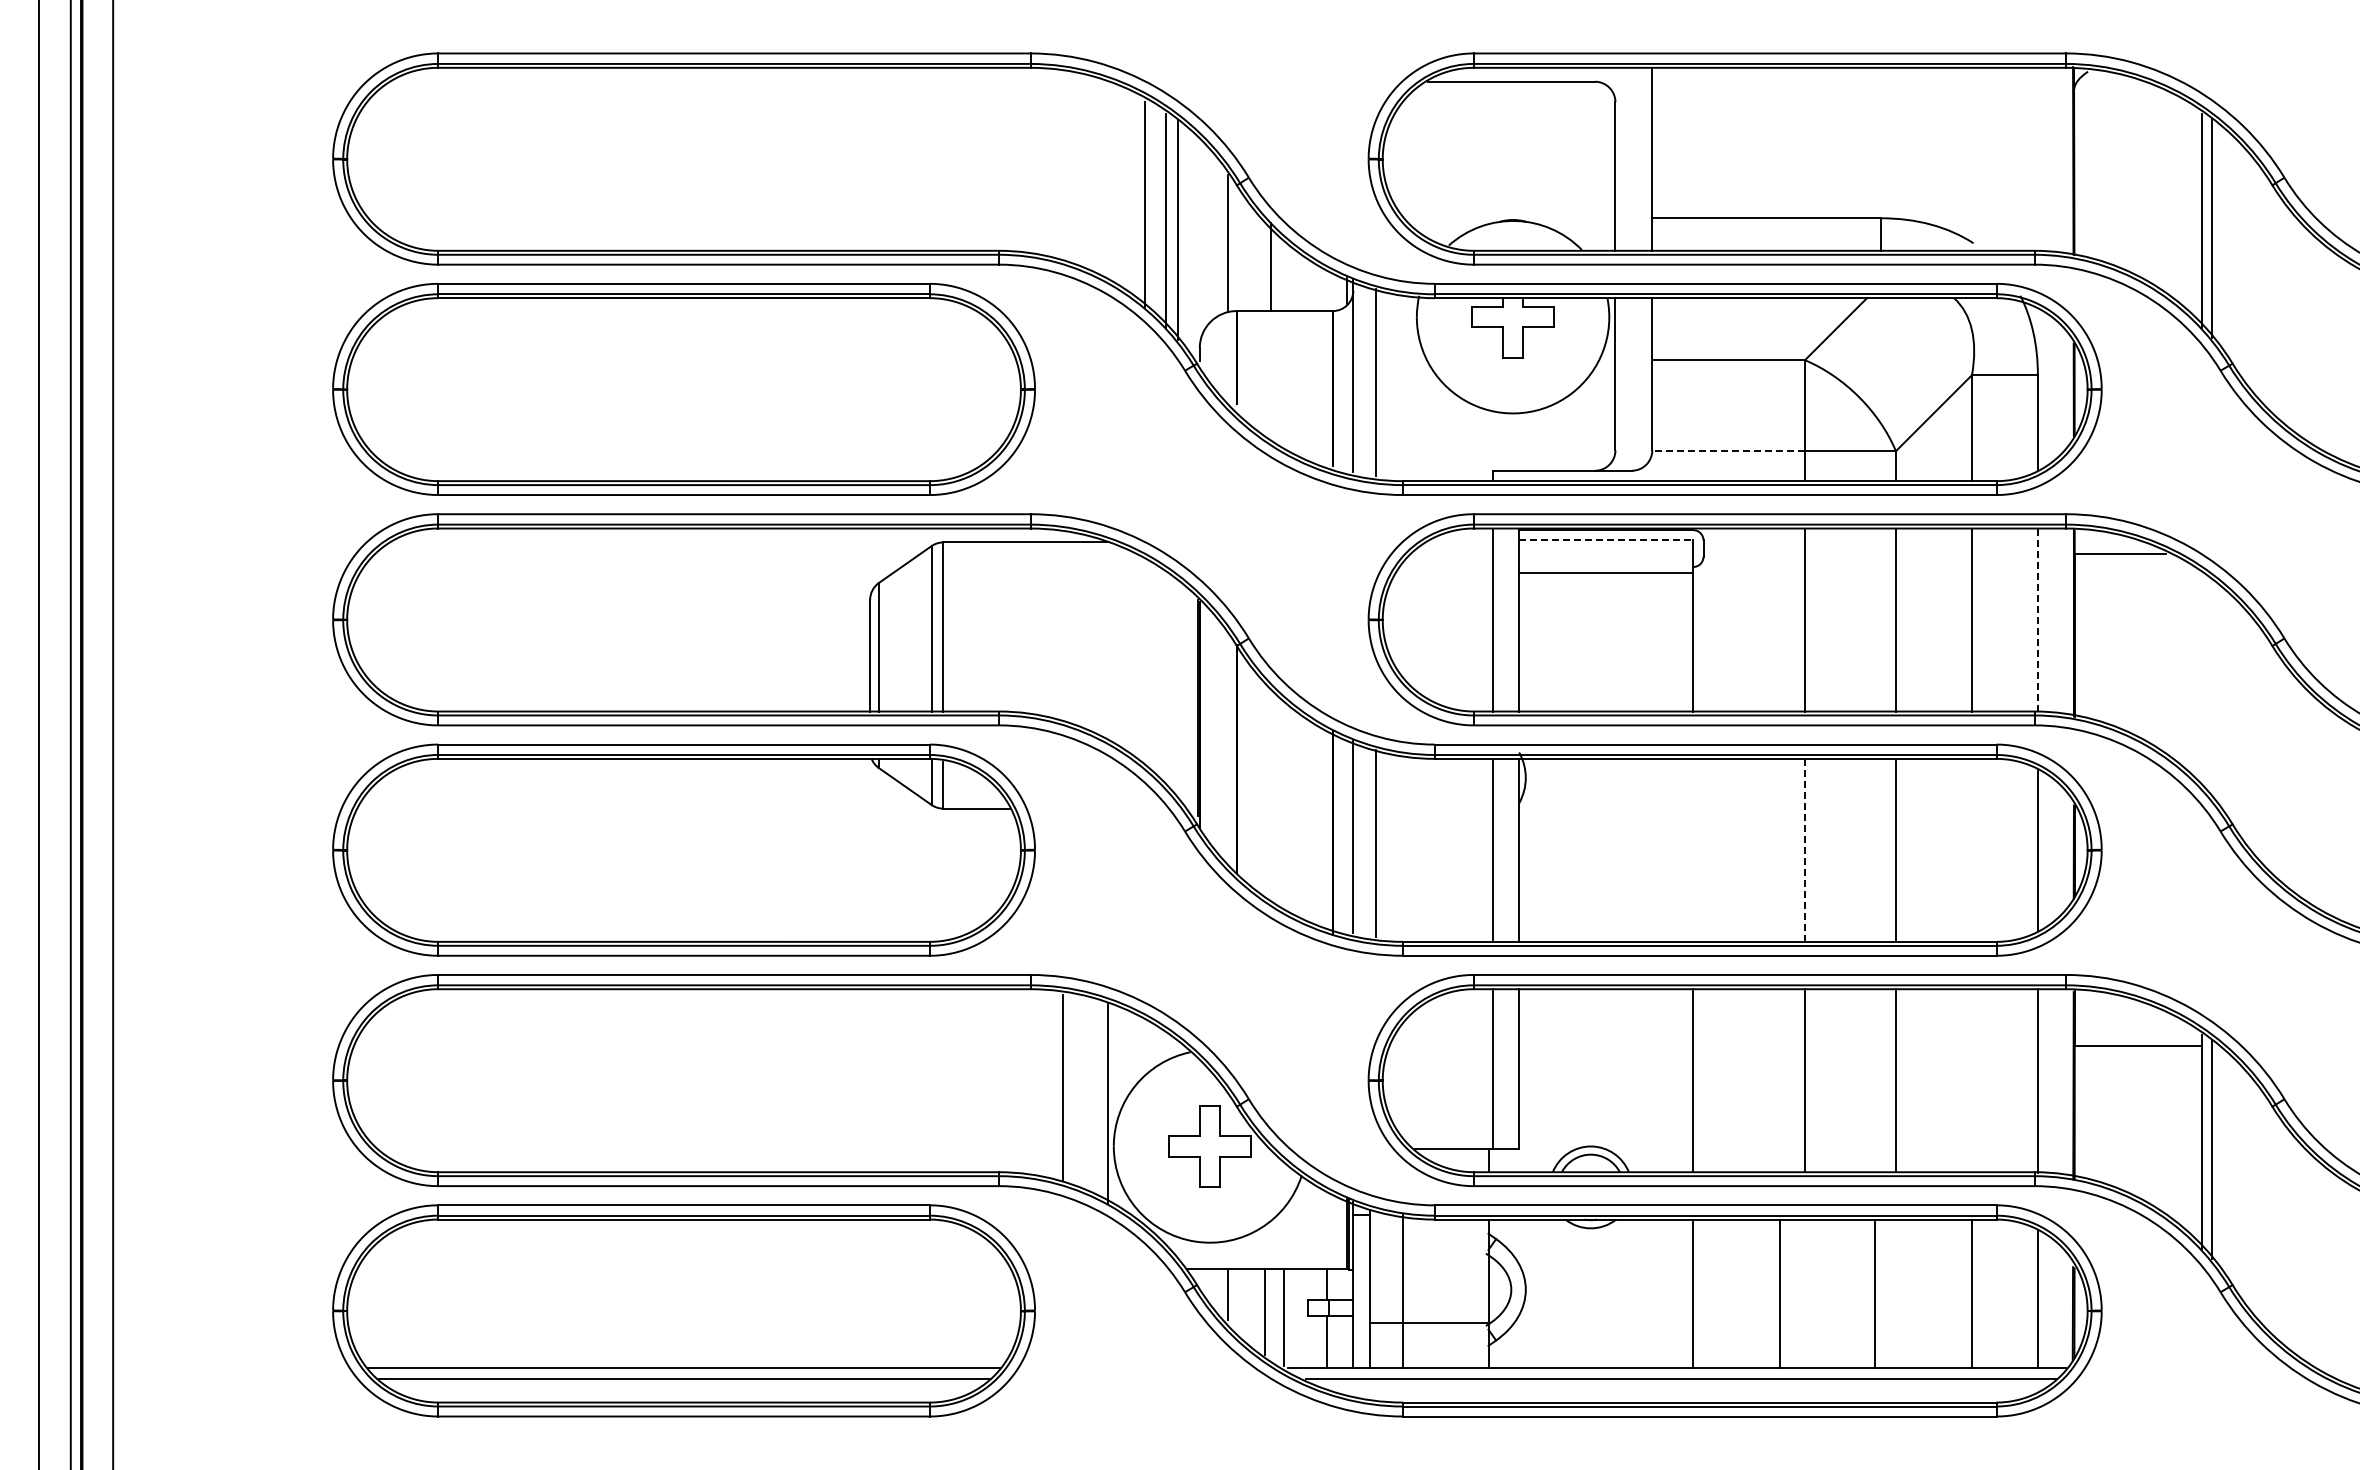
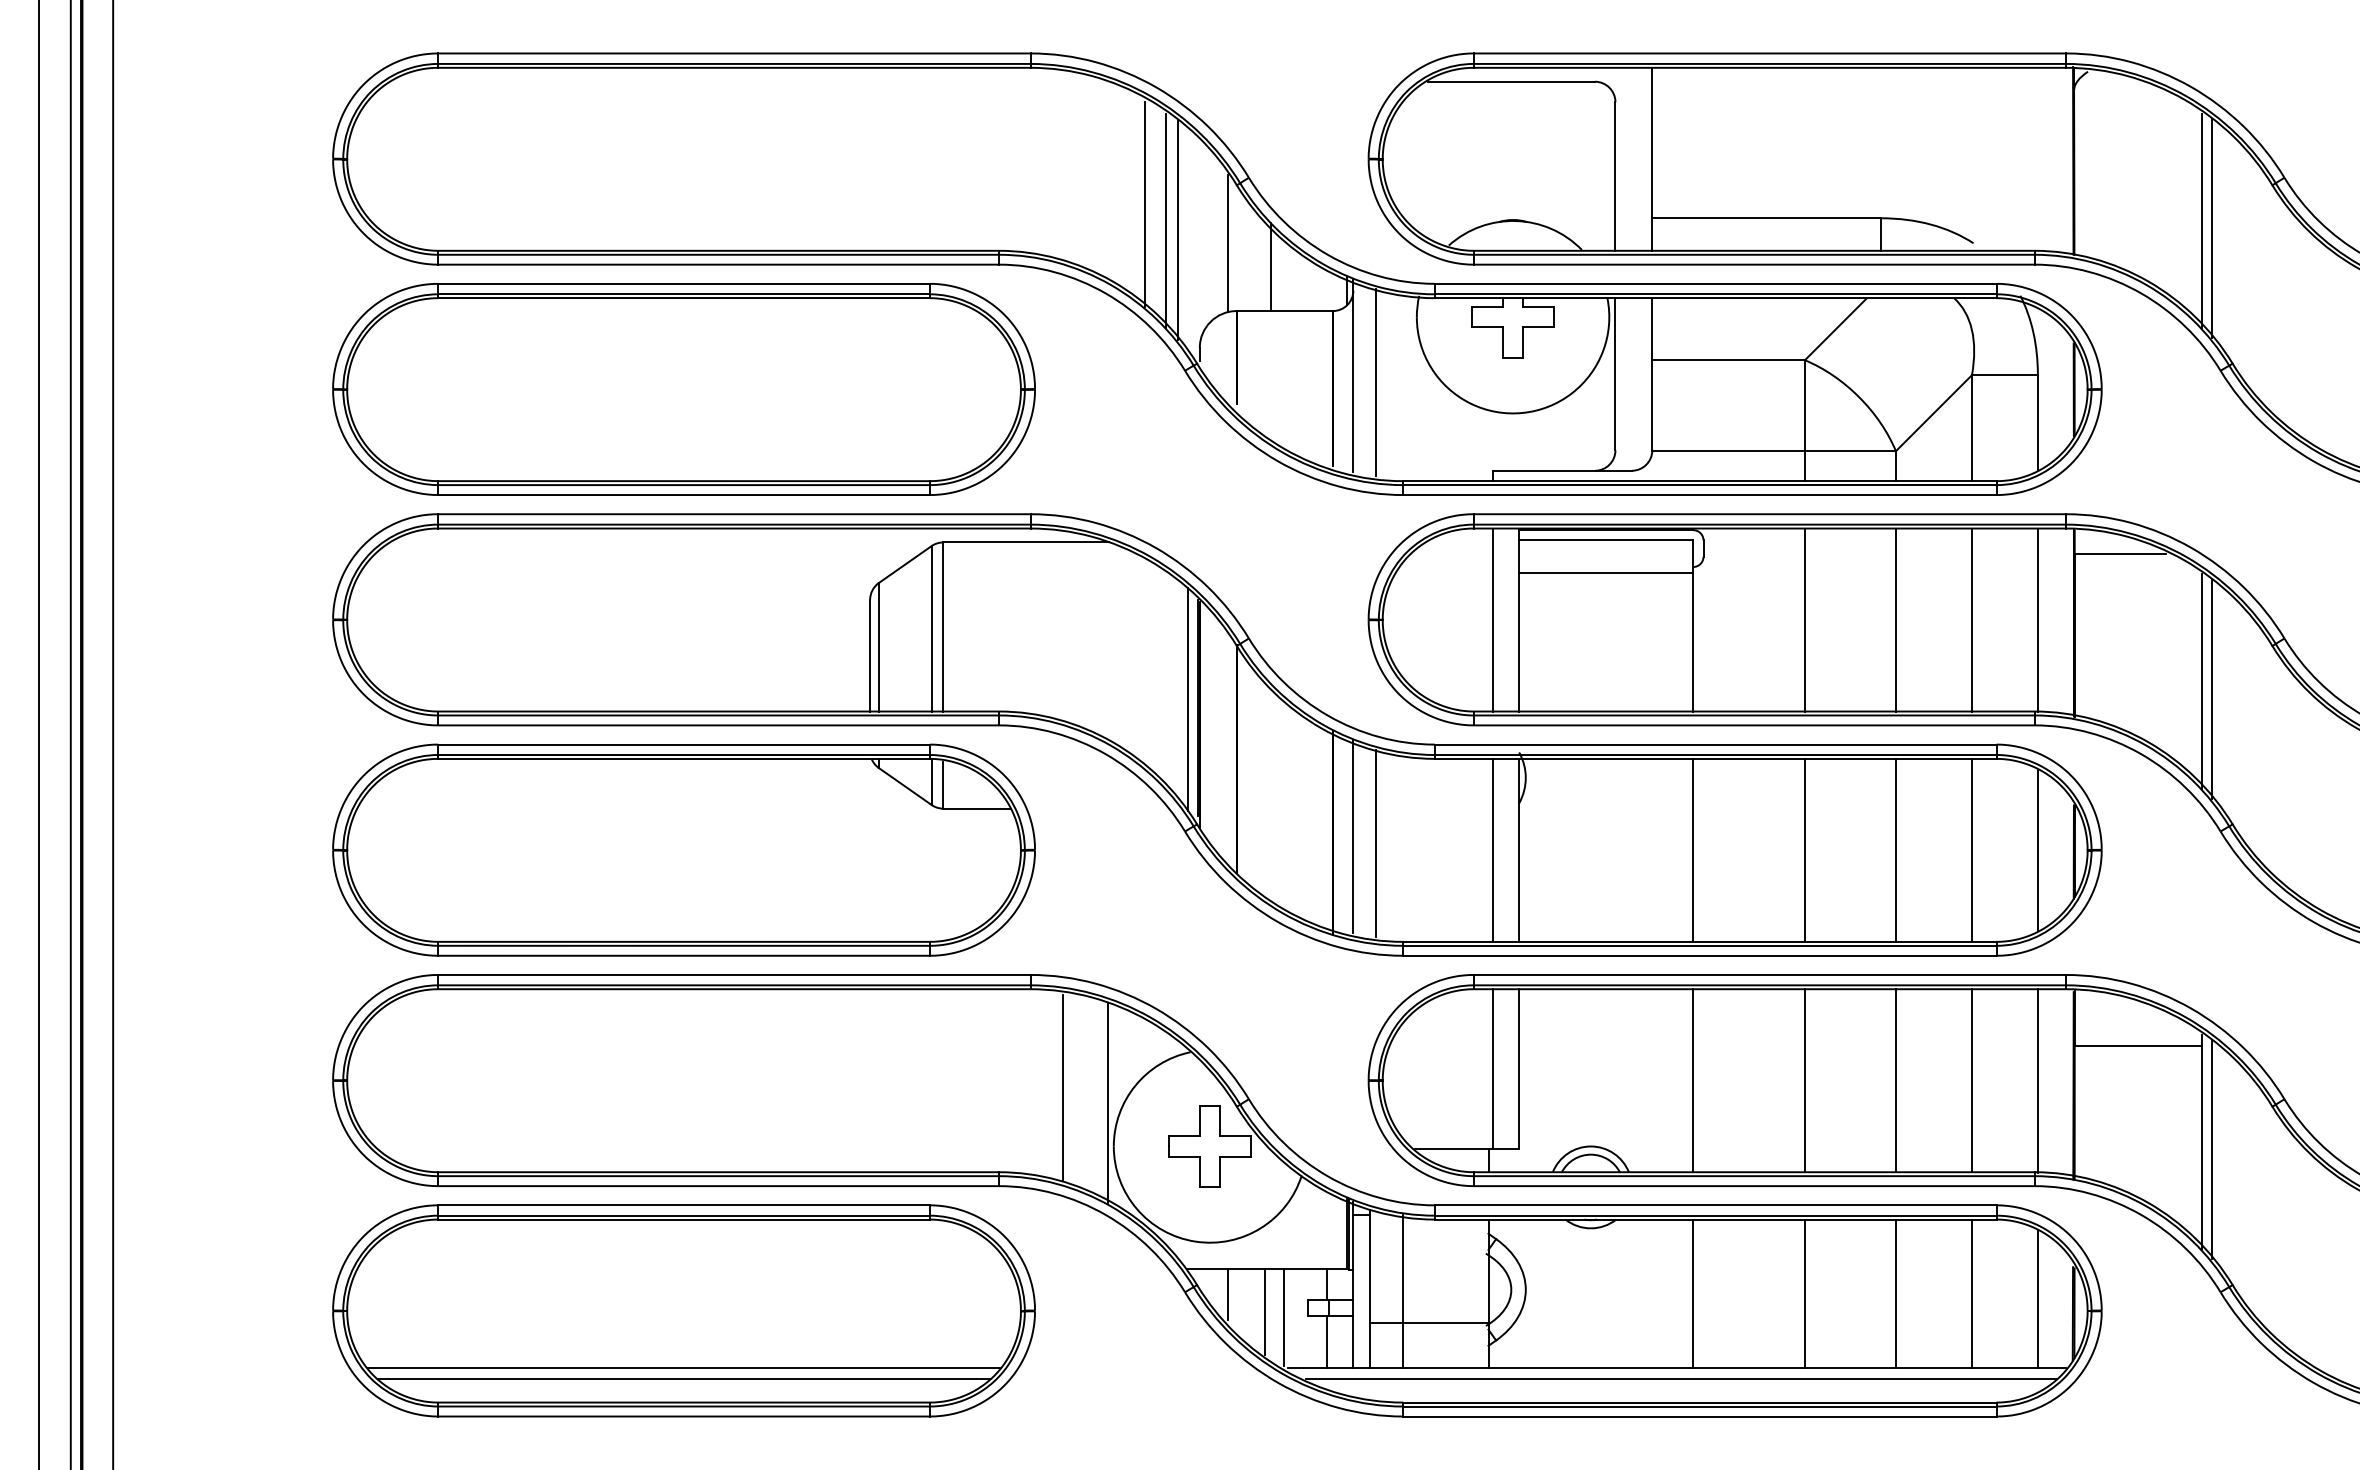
line at (1728, 451): dashed -> solid
line at (1606, 540): dashed -> solid
line at (2037, 620): dashed -> solid
line at (2201, 681): none -> present
line at (2212, 689): none -> present
line at (1187, 699): none -> present
line at (1693, 849): none -> present
line at (1804, 849): dashed -> solid
line at (1972, 849): none -> present
line at (1972, 1080): none -> present
line at (1779, 1293) position: (1779, 1293) -> (1804, 1293)
line at (1874, 1293) position: (1874, 1293) -> (1895, 1293)
